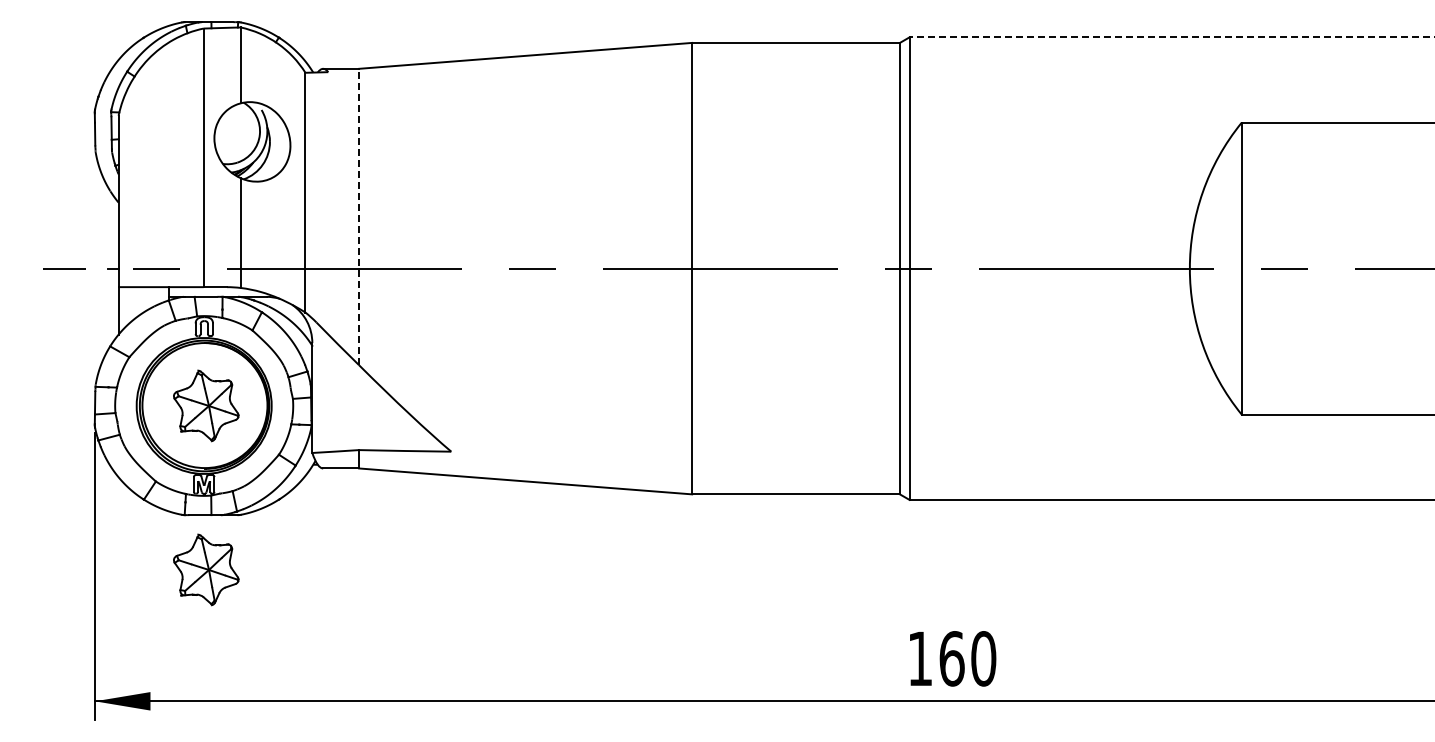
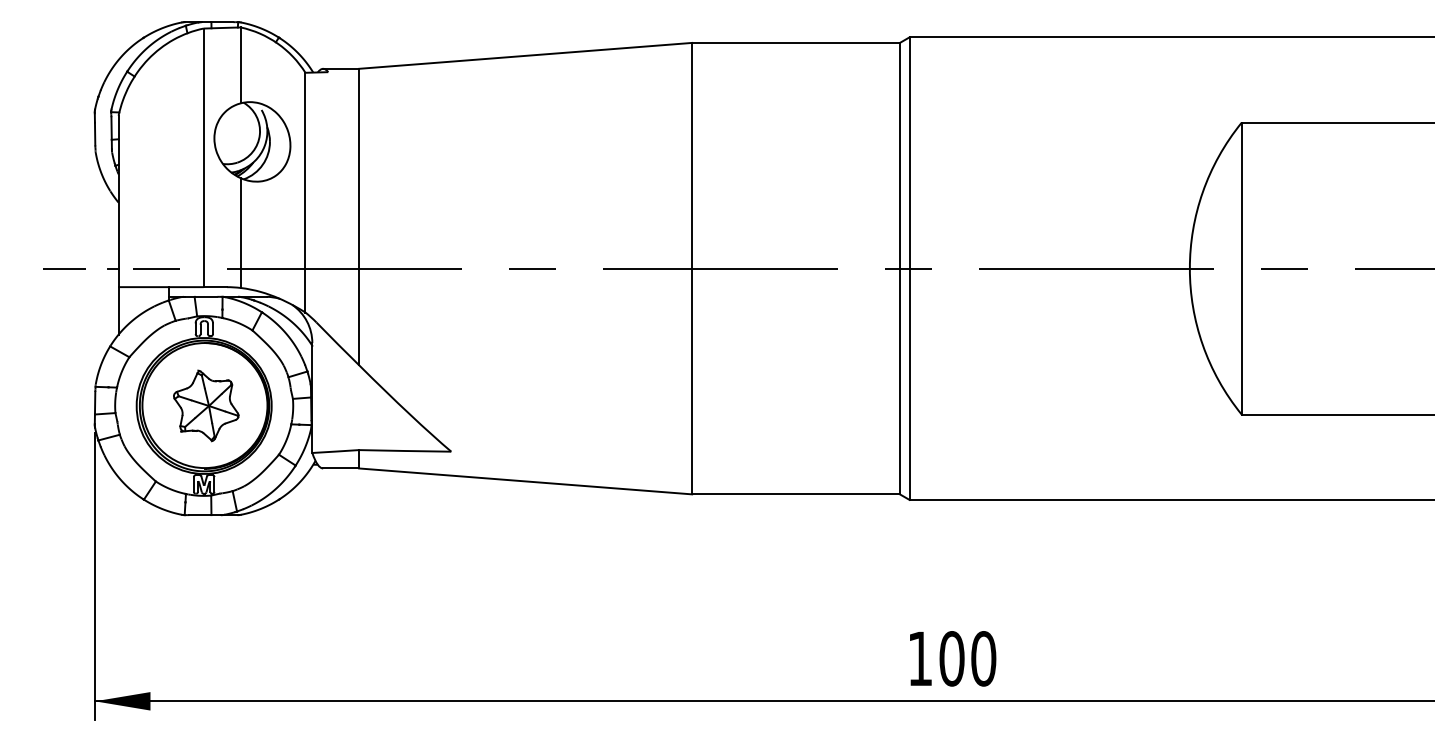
line at (1171, 37): dashed -> solid
line at (359, 216): dashed -> solid
part at (206, 569): present -> none
text at (951, 658): 160 -> 100
